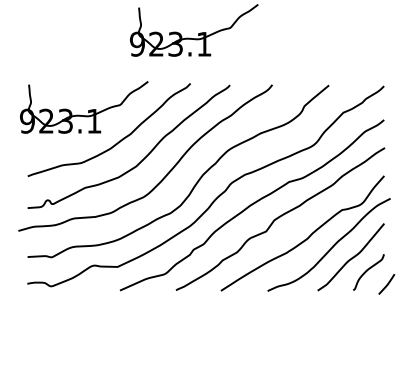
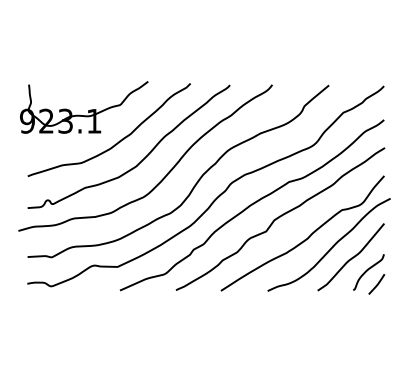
part at (194, 30): present -> none
line at (386, 284) position: (386, 284) -> (376, 284)
